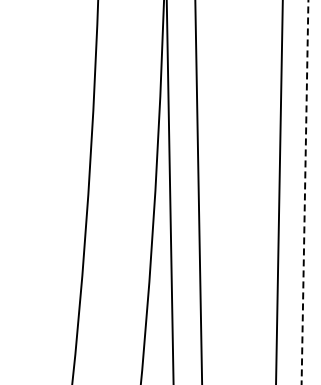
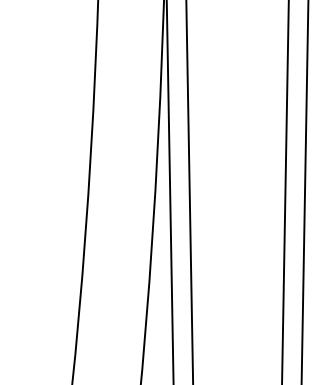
line at (198, 191) position: (198, 191) -> (189, 191)
line at (279, 191) position: (279, 191) -> (285, 191)
line at (305, 192): dashed -> solid
